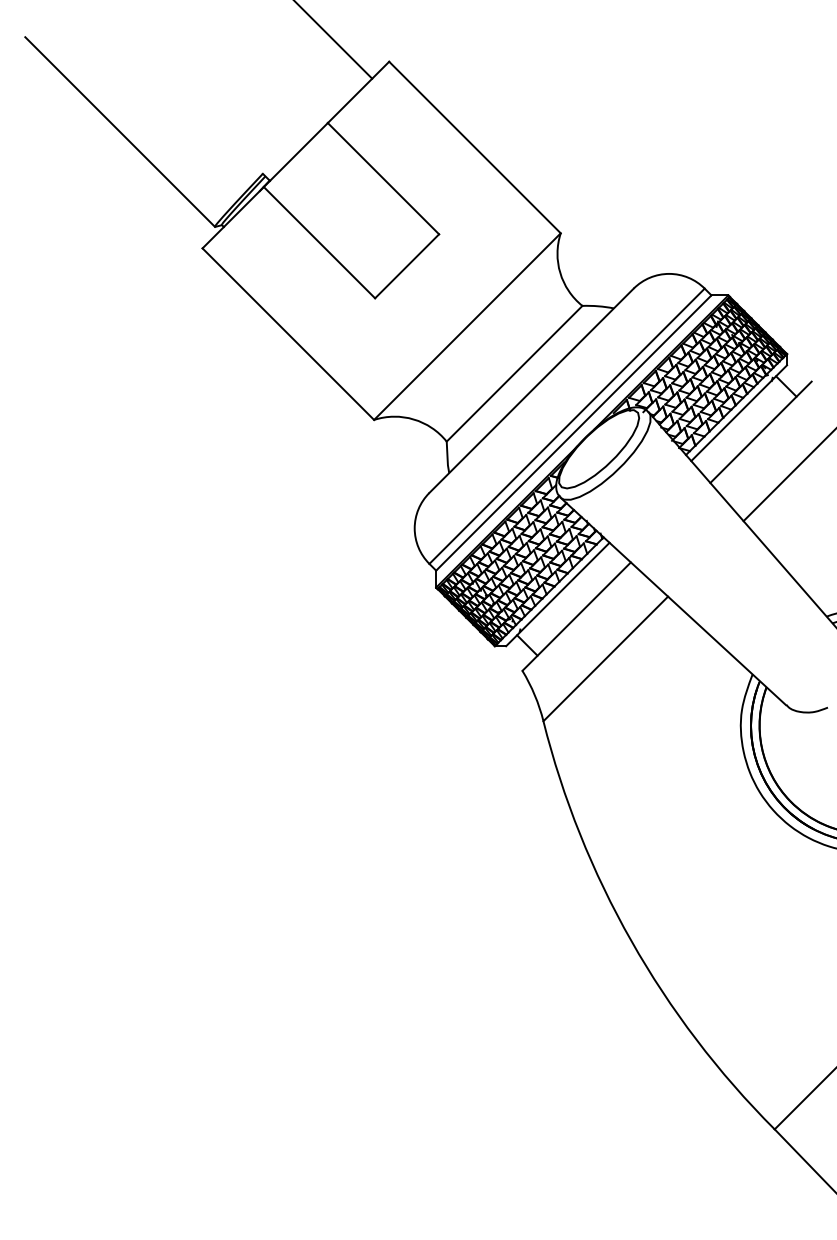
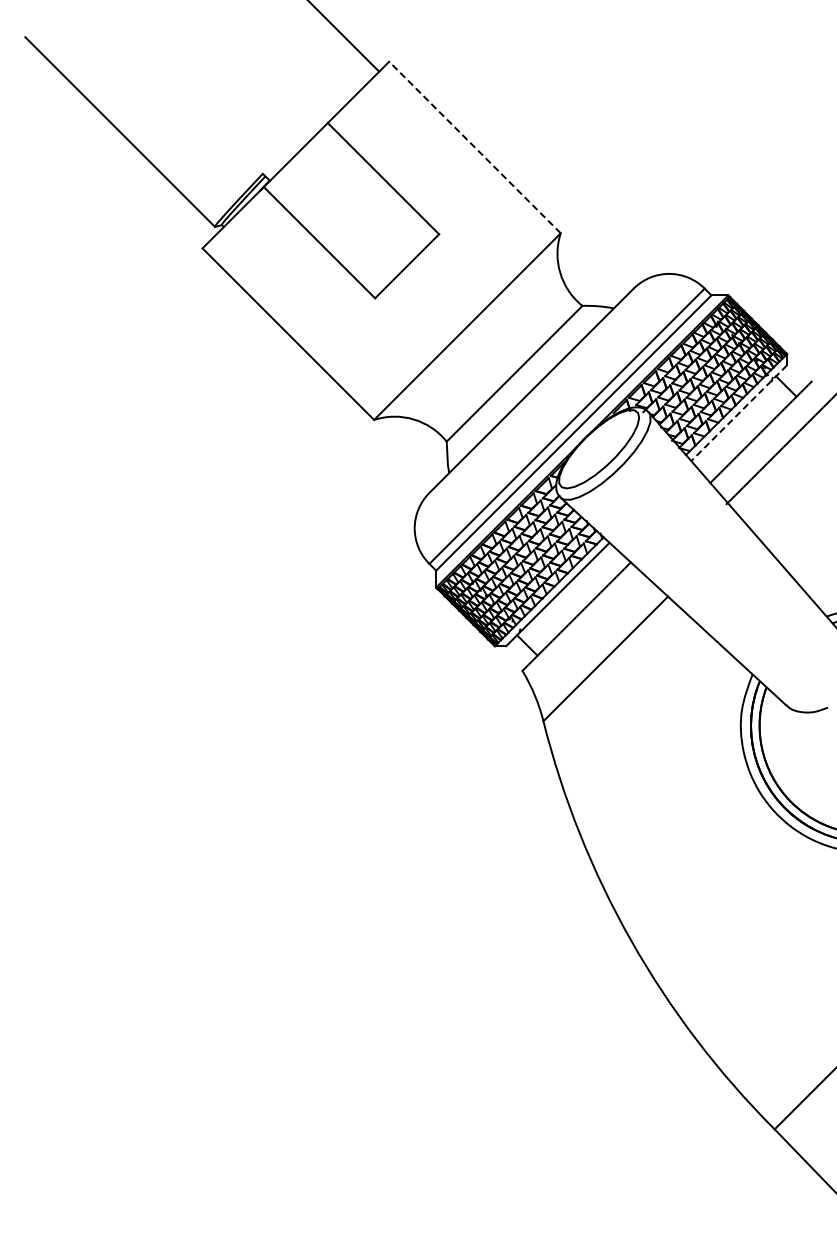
line at (333, 40) position: (333, 40) -> (344, 36)
line at (474, 147): solid -> dashed
line at (739, 413): solid -> dashed
line at (788, 476) position: (788, 476) -> (779, 450)
